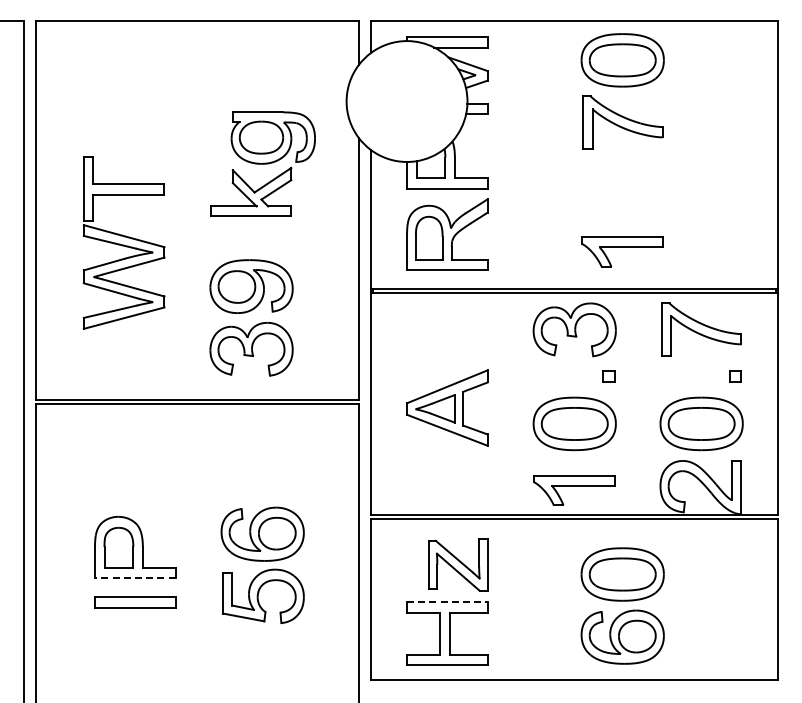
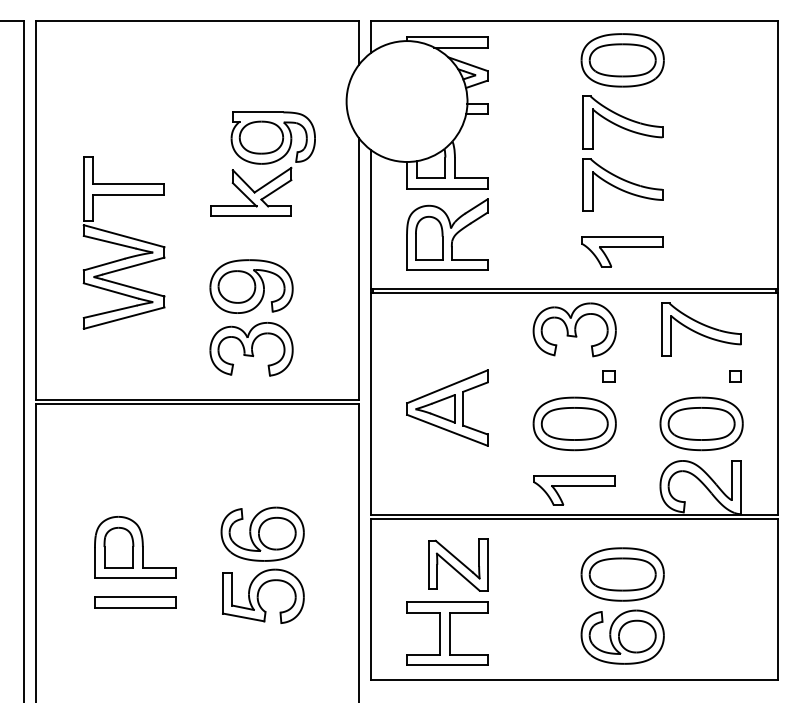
part at (622, 184): none -> present
line at (134, 578): dashed -> solid
line at (447, 602): dashed -> solid
